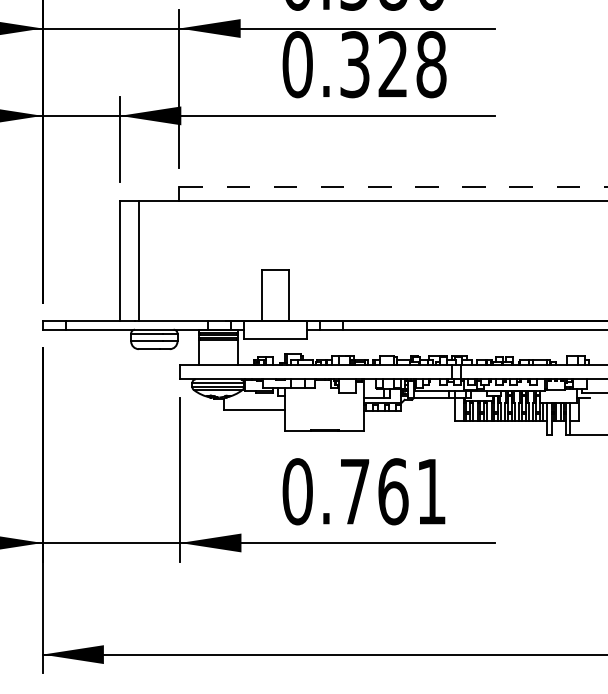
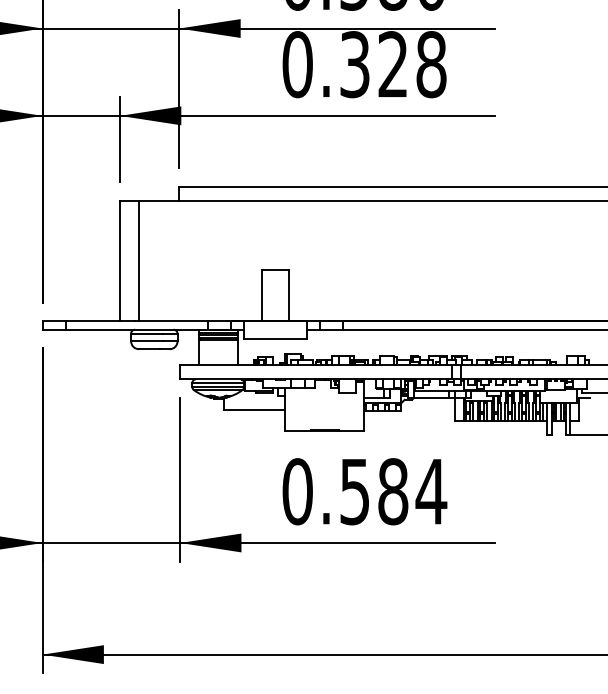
line at (393, 186): dashed -> solid
text at (393, 491): 0.761 -> 0.584
